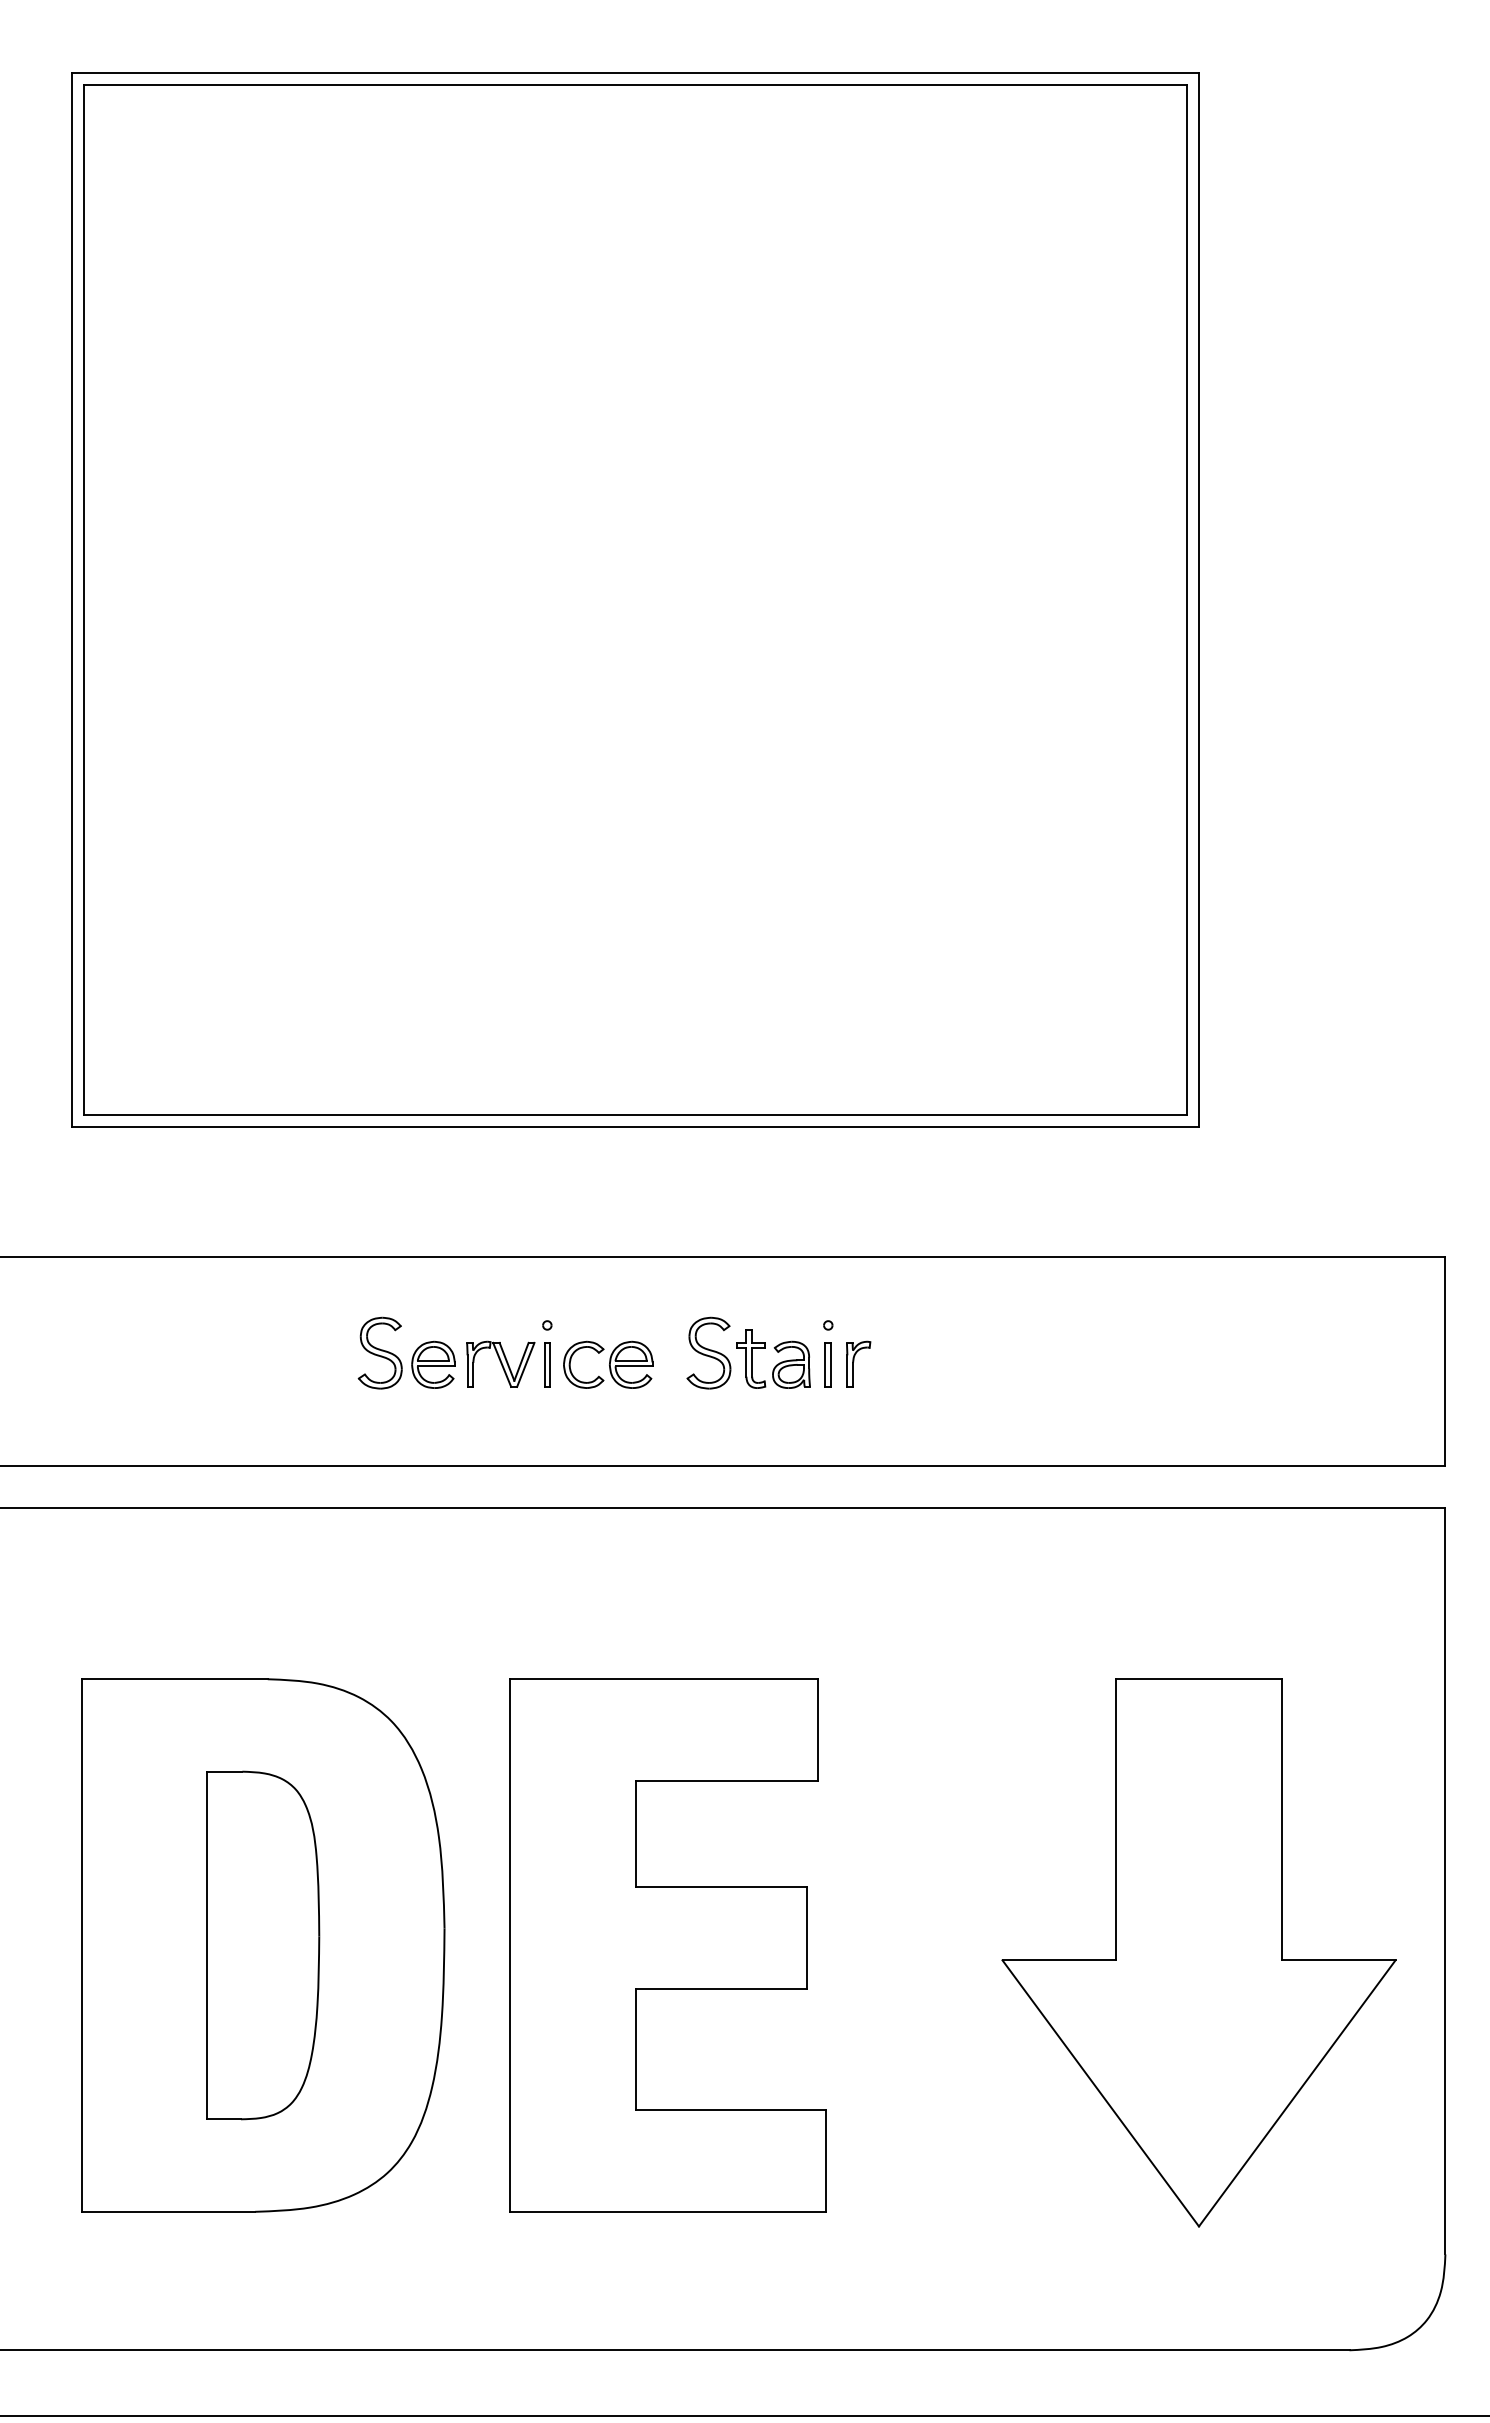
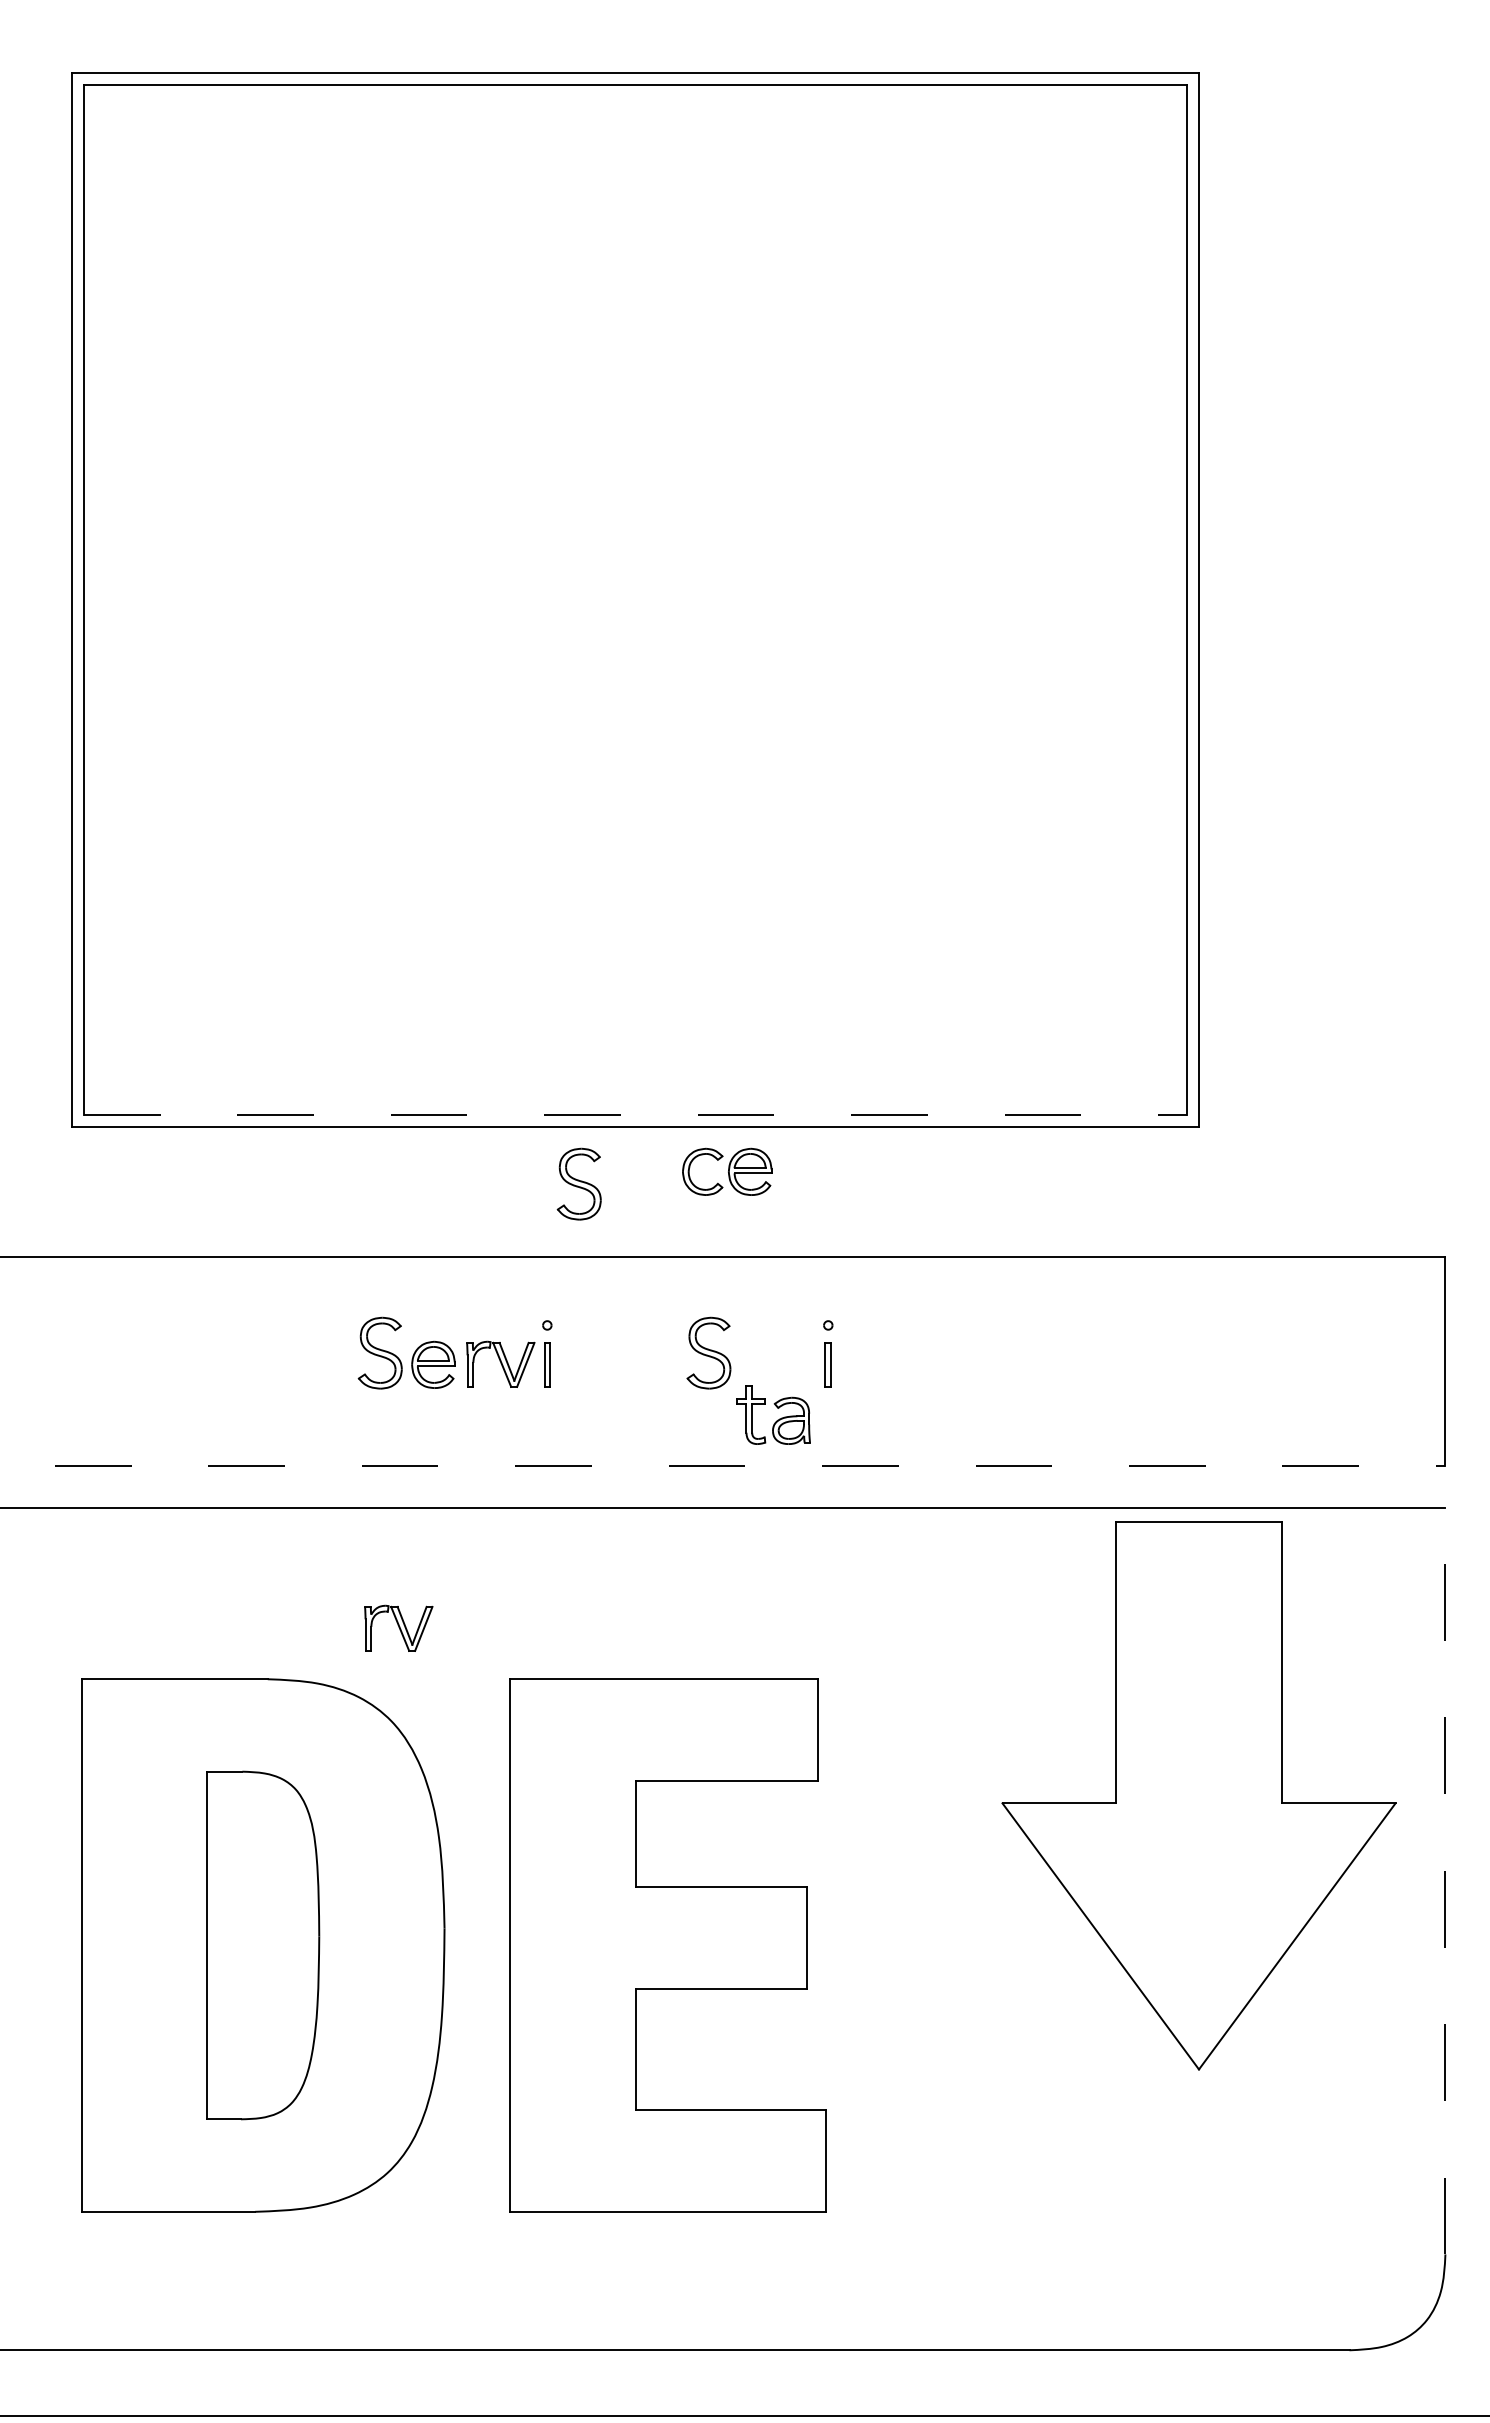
line at (635, 1114): solid -> dashed
part at (578, 1183): none -> present
part at (858, 1363): present -> none
part at (608, 1364) position: (608, 1364) -> (727, 1171)
part at (776, 1364) position: (776, 1364) -> (776, 1420)
line at (723, 1465): solid -> dashed
part at (398, 1627): none -> present
line at (1445, 1881): solid -> dashed
part at (1198, 1952) position: (1198, 1952) -> (1198, 1795)
